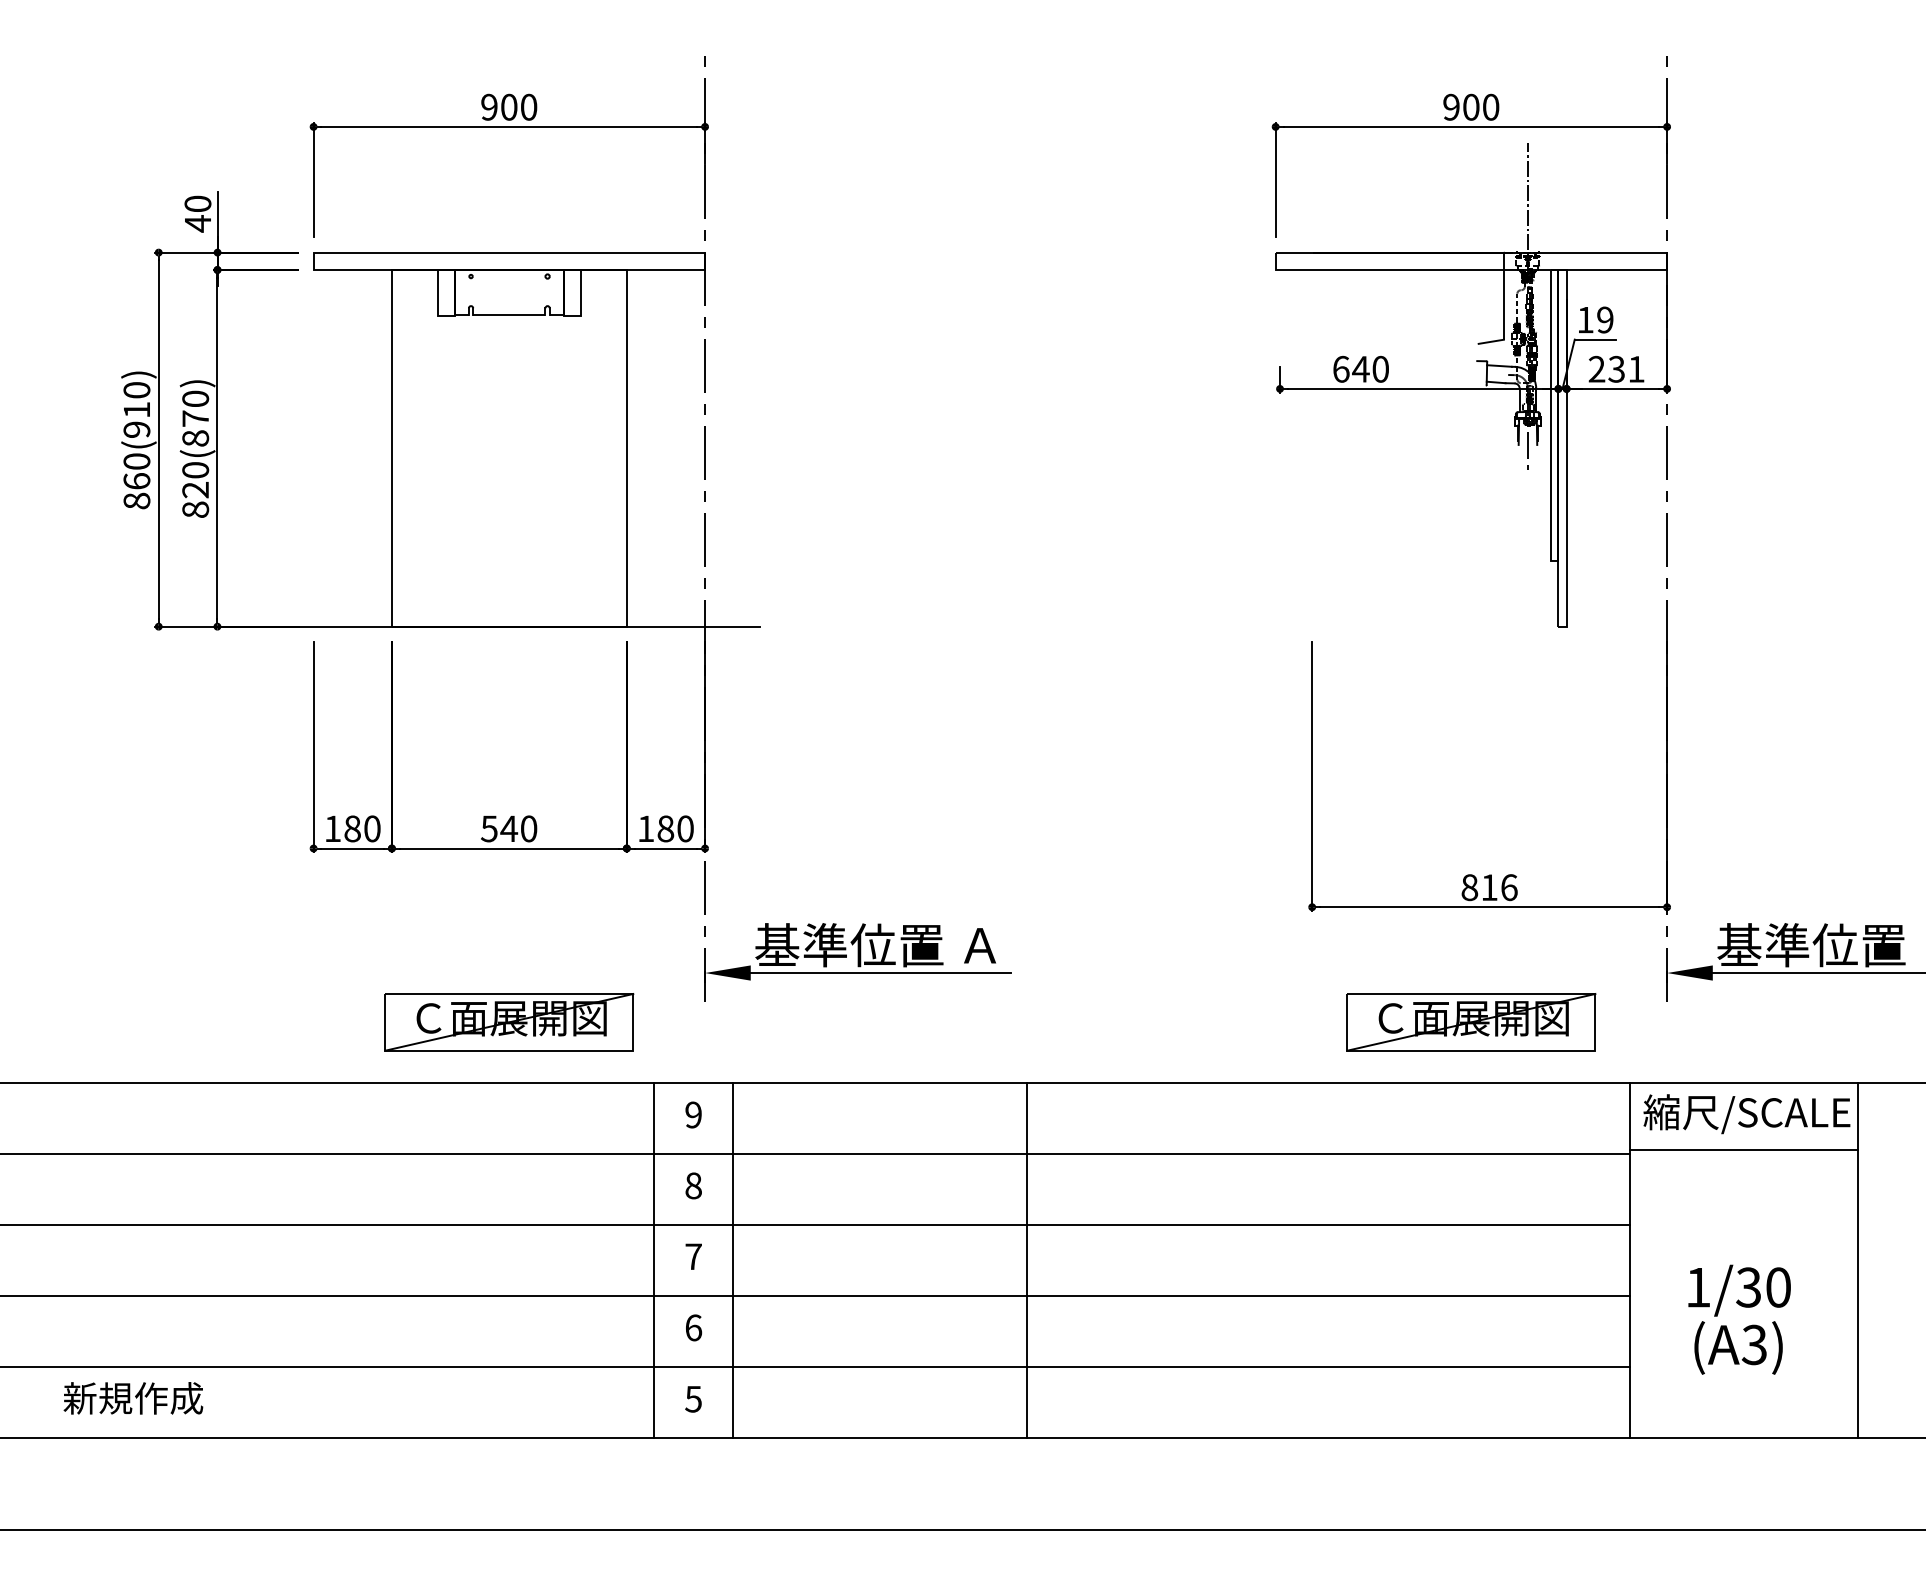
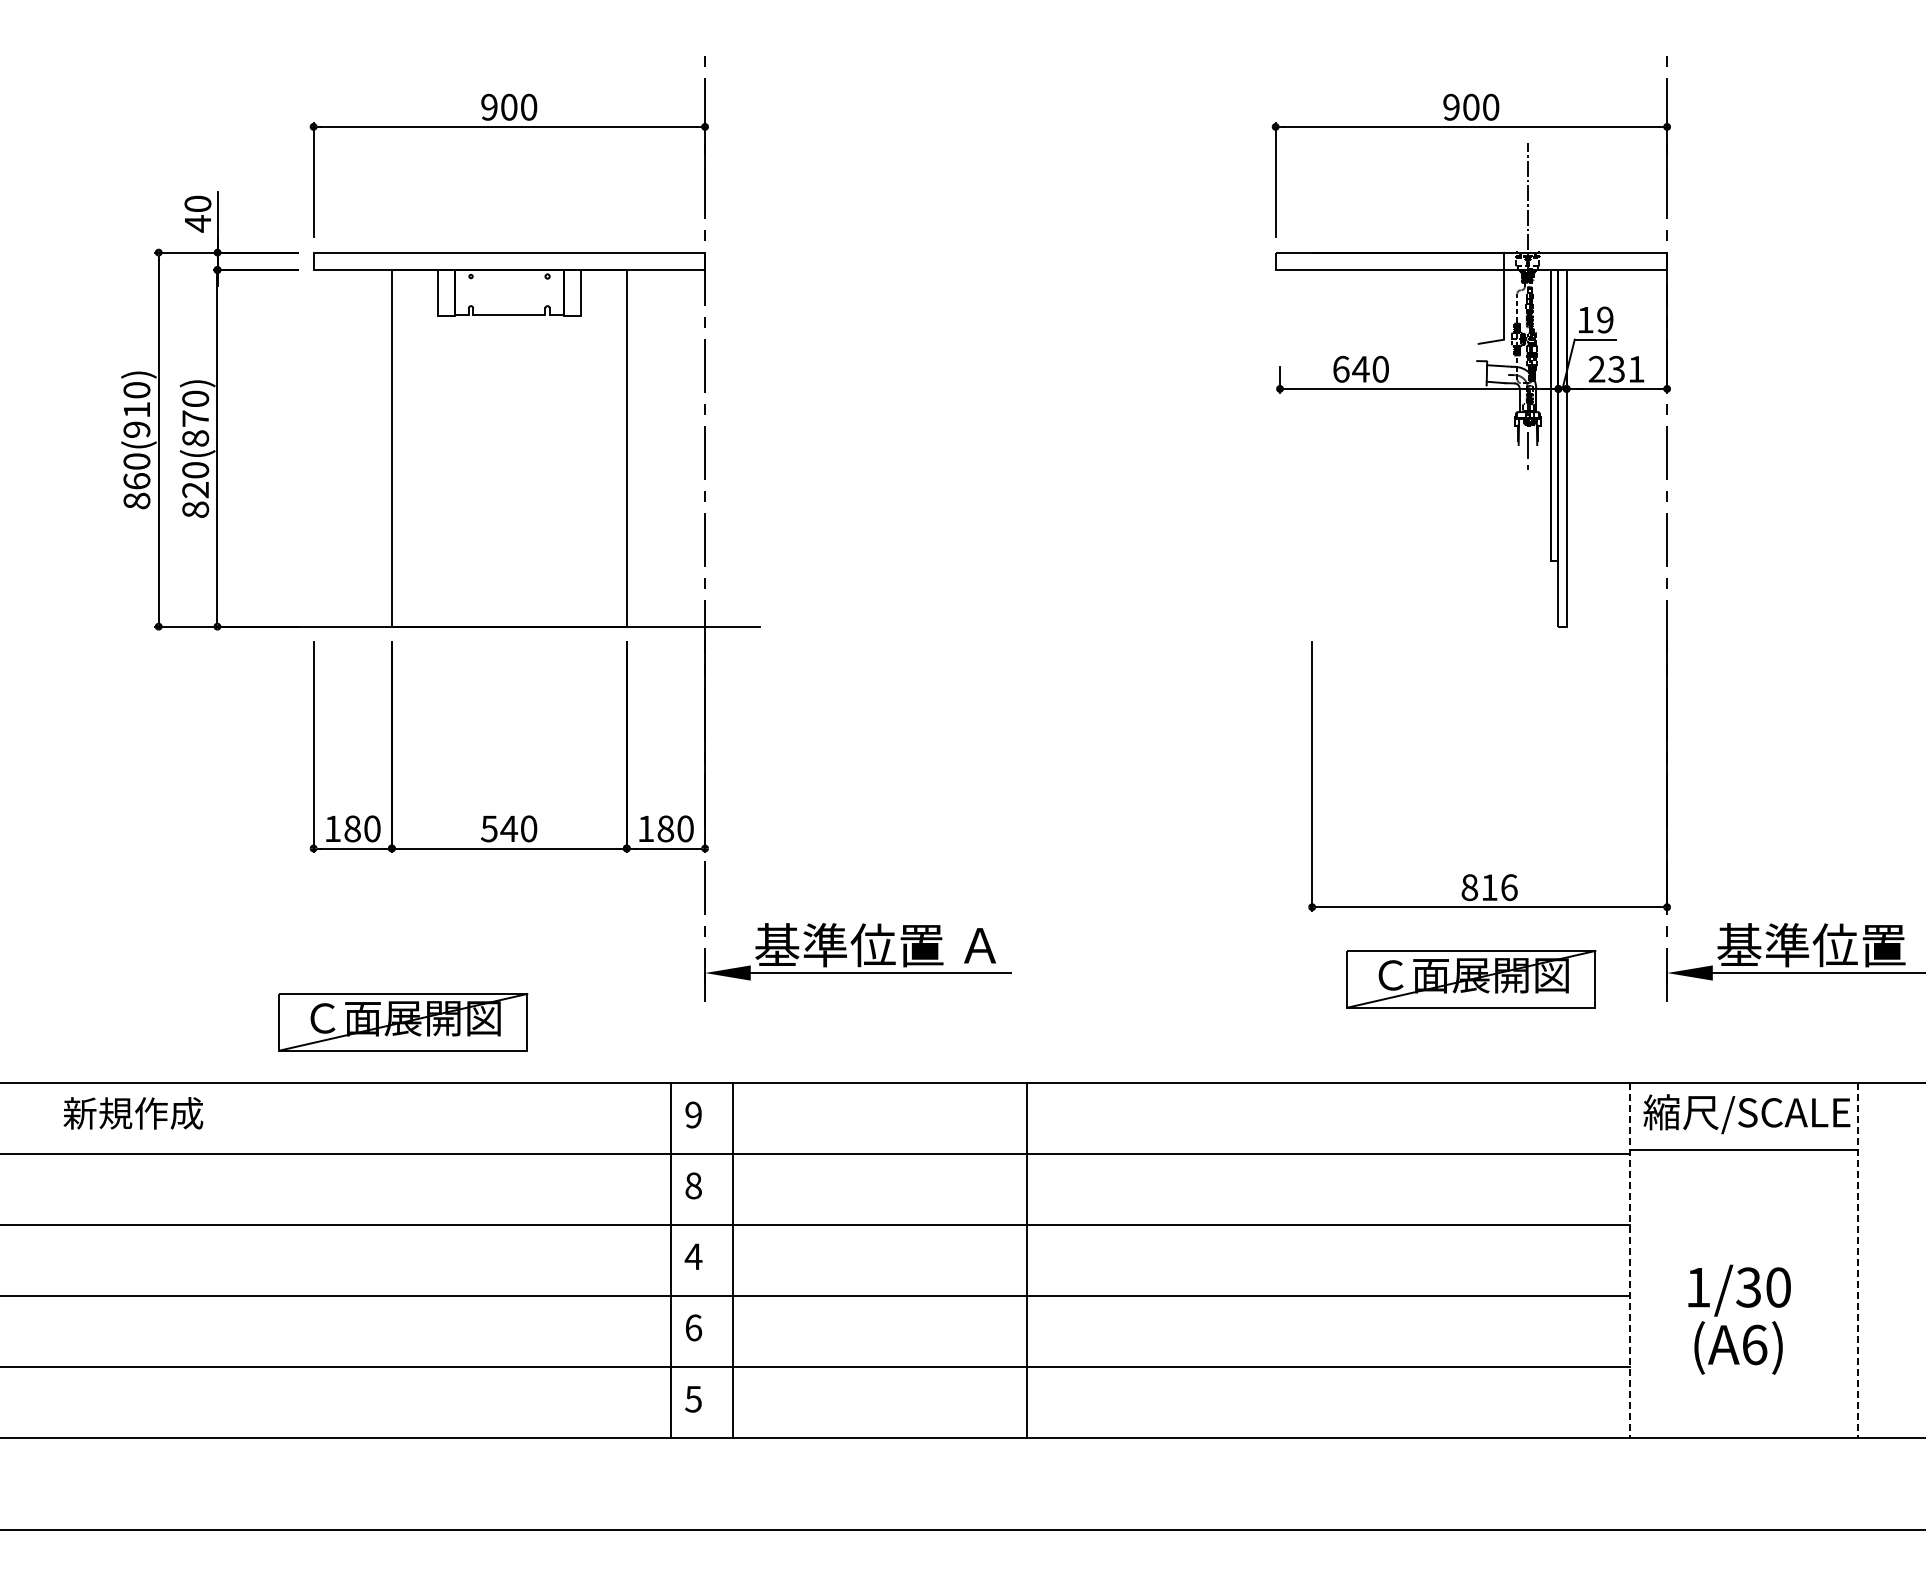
part at (509, 1022) position: (509, 1022) -> (403, 1022)
part at (1471, 1022) position: (1471, 1022) -> (1471, 979)
text at (693, 1256): 7 -> 4
line at (654, 1260) position: (654, 1260) -> (671, 1260)
line at (1629, 1260): solid -> dashed
line at (1857, 1260): solid -> dashed
text at (1754, 1344): (A3) -> (A6)
text at (133, 1398) position: (133, 1398) -> (133, 1113)
